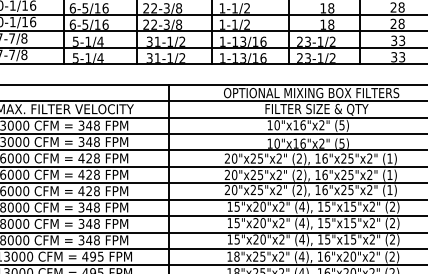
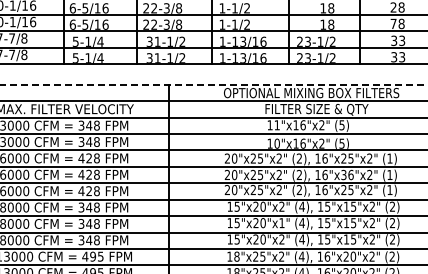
text at (393, 23): 28 -> 78
line at (214, 84): solid -> dashed
text at (276, 125): 10"x16"x2" -> 11"x16"x2"
text at (347, 174): 16"x25"x2" -> 16"x36"x2"
text at (281, 222): 15"x20"x2" -> 15"x20"x1"
